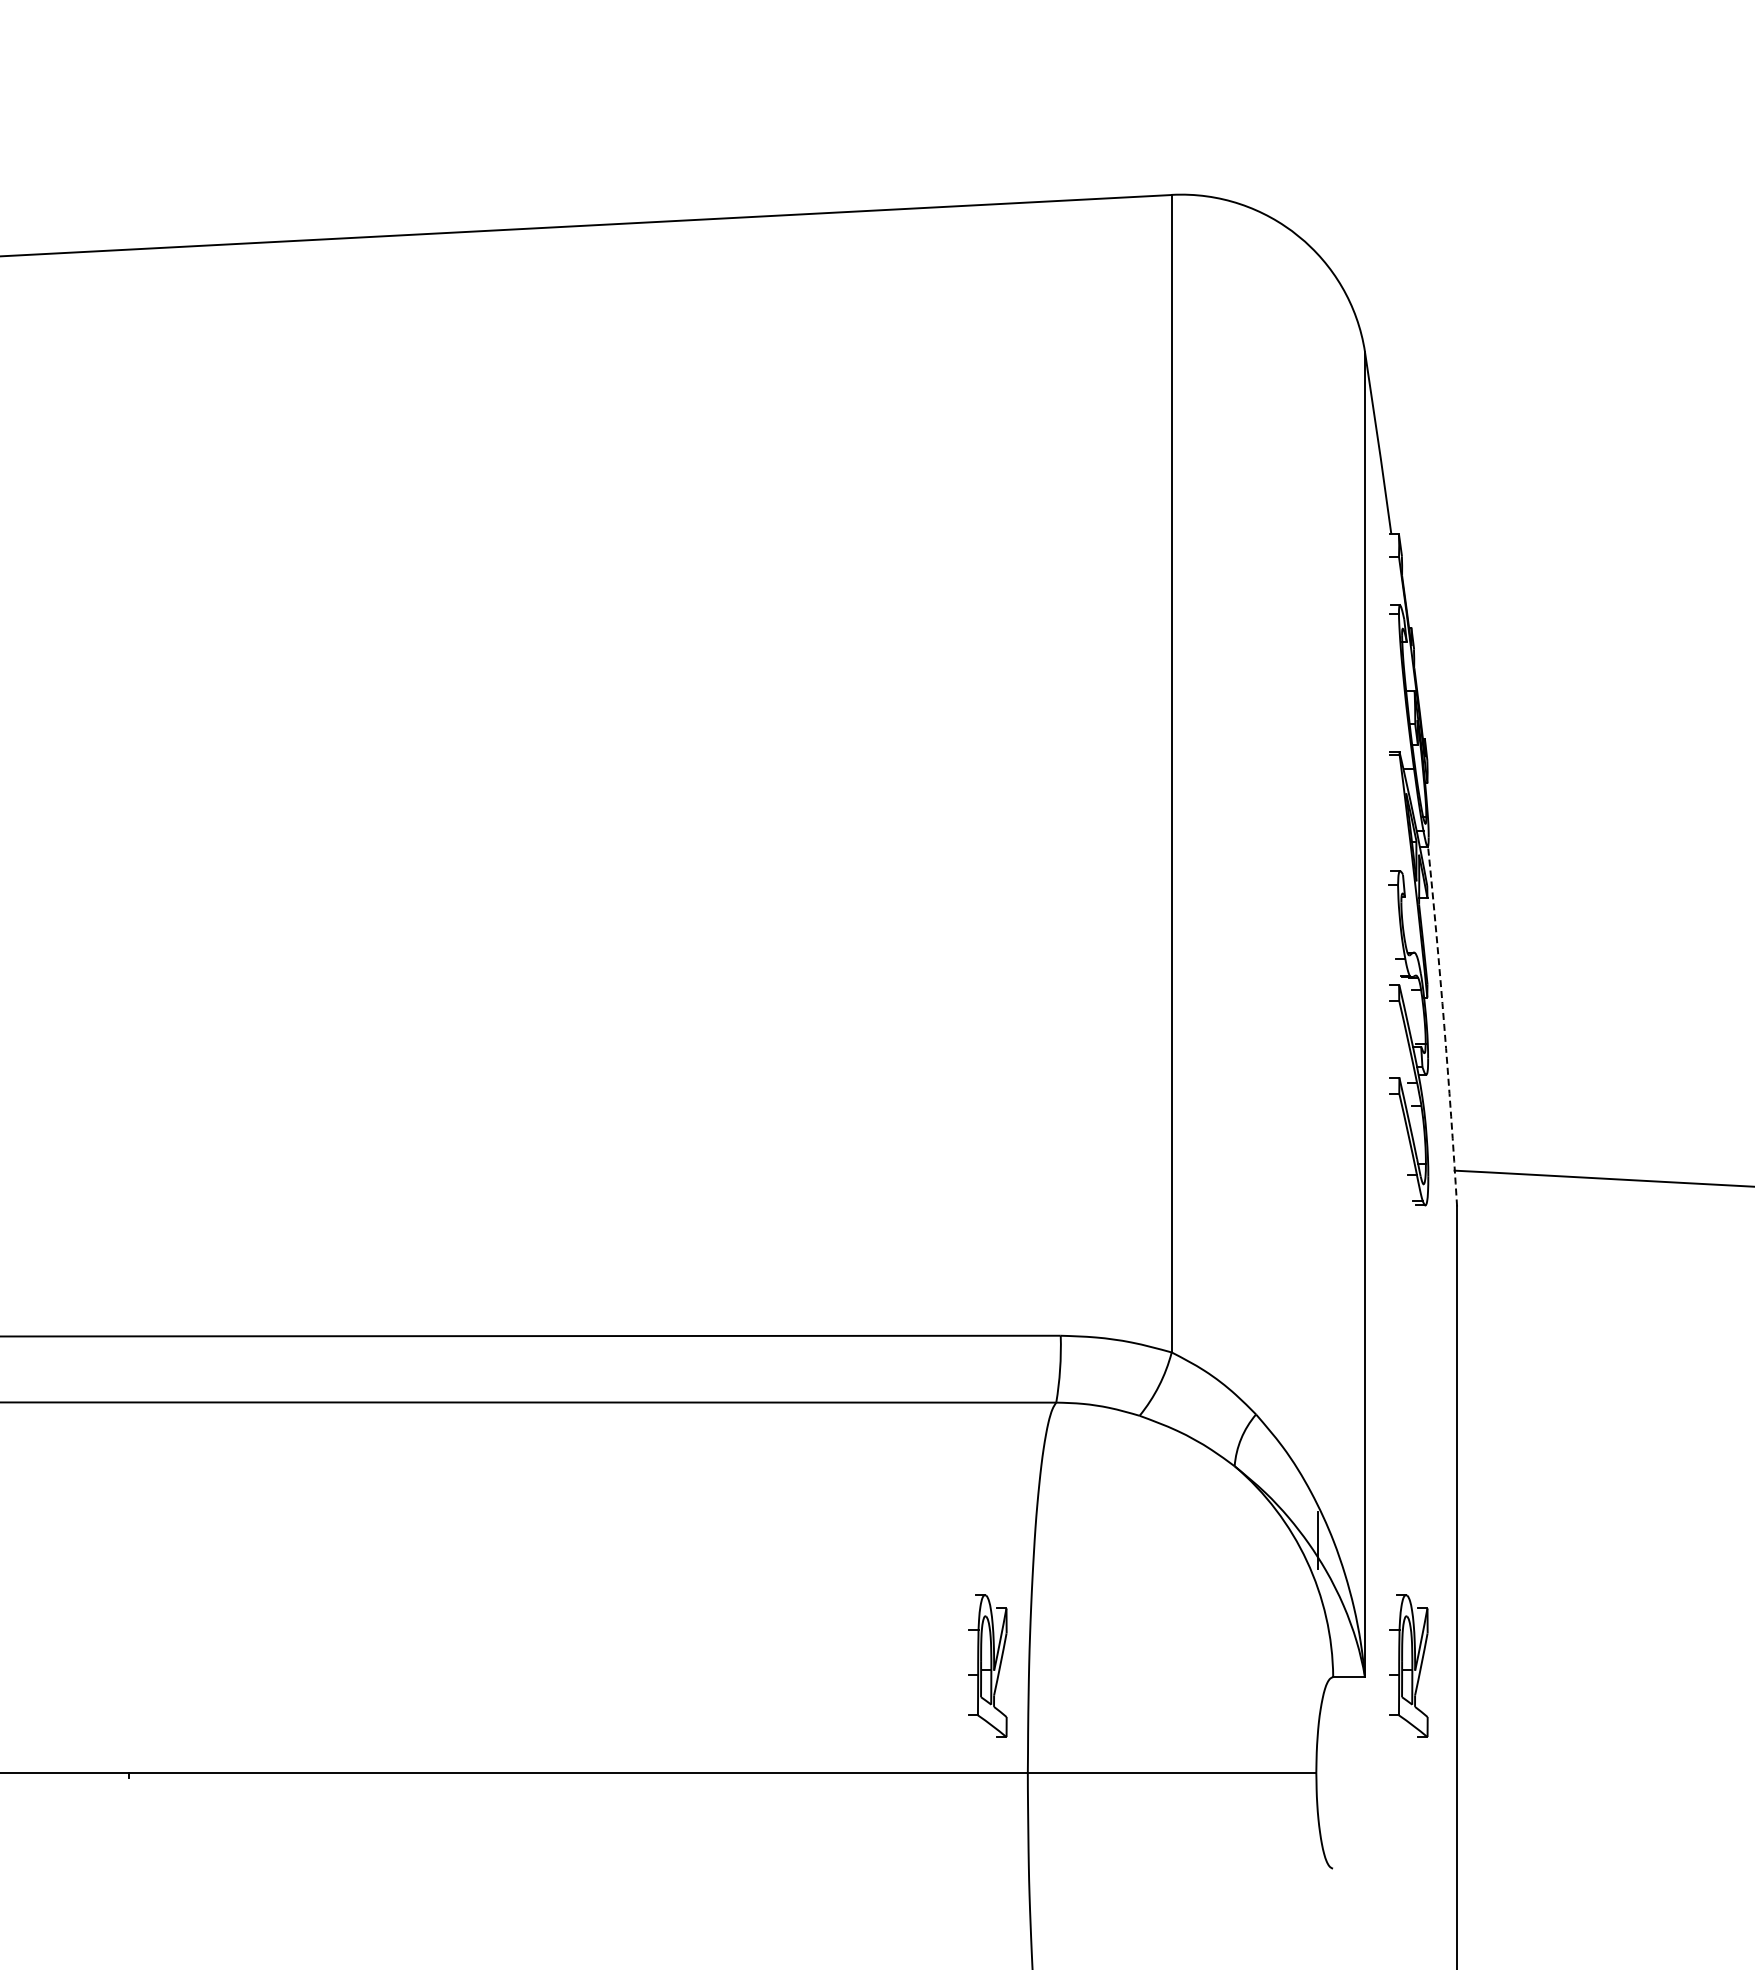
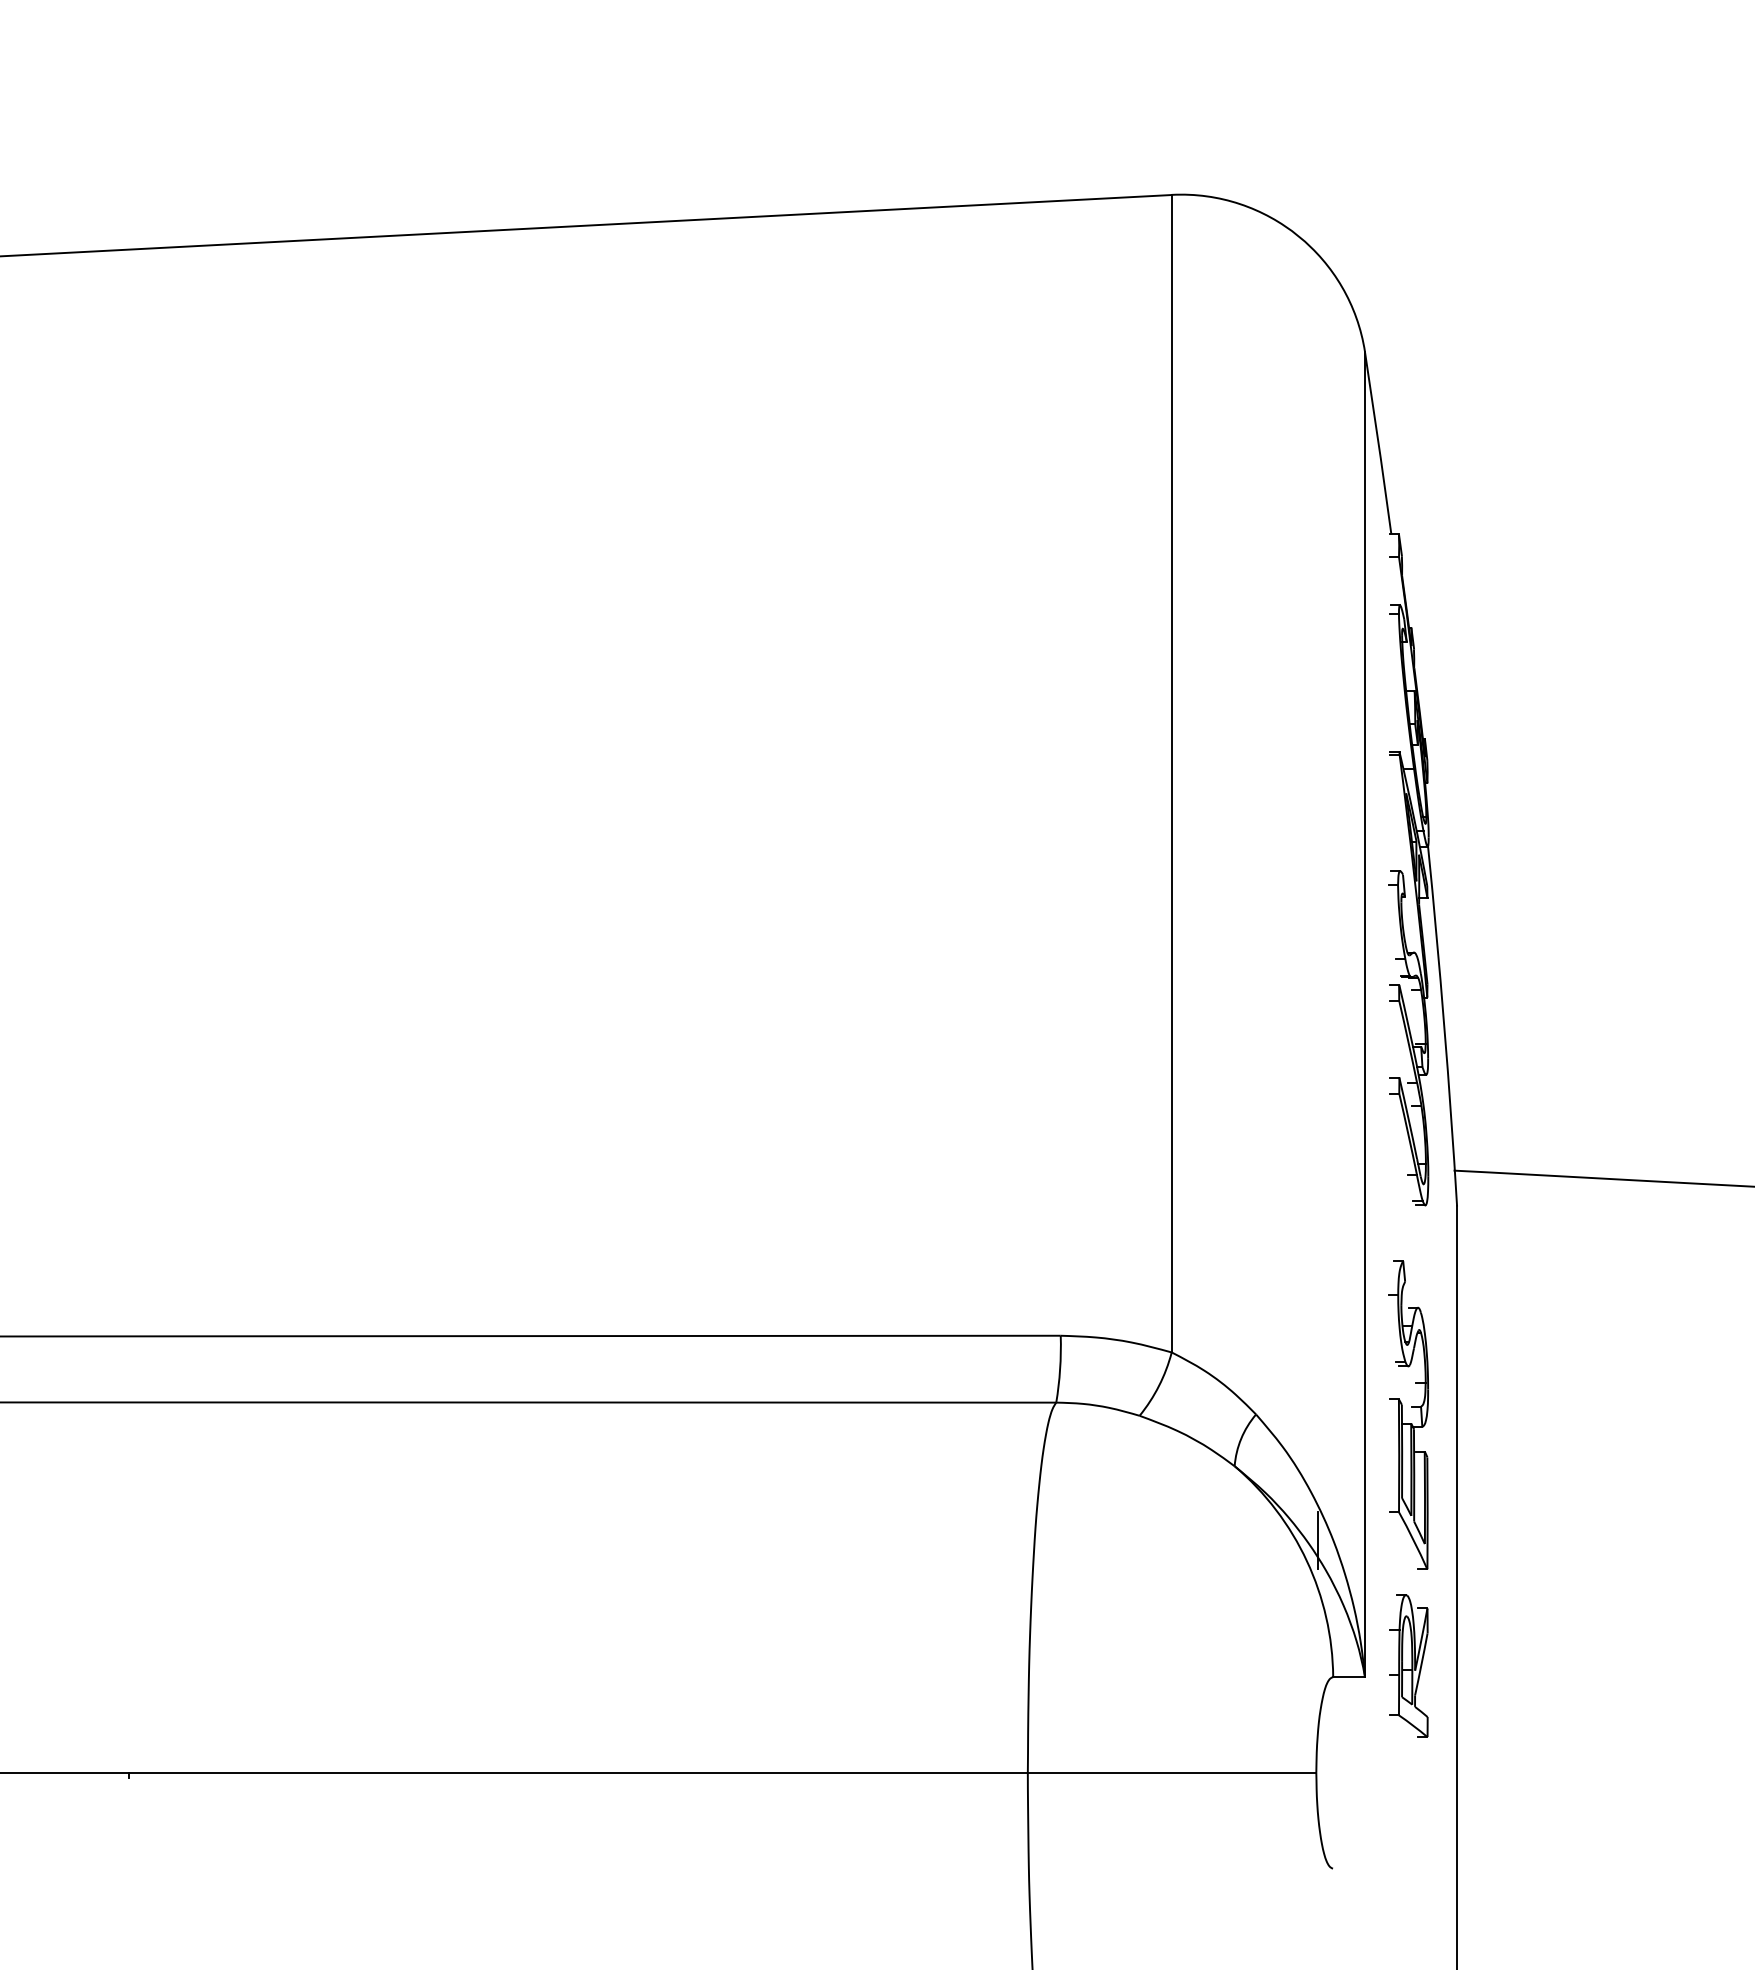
arc at (1444, 1025): dashed -> solid
part at (1408, 1414): none -> present
part at (987, 1665): present -> none
